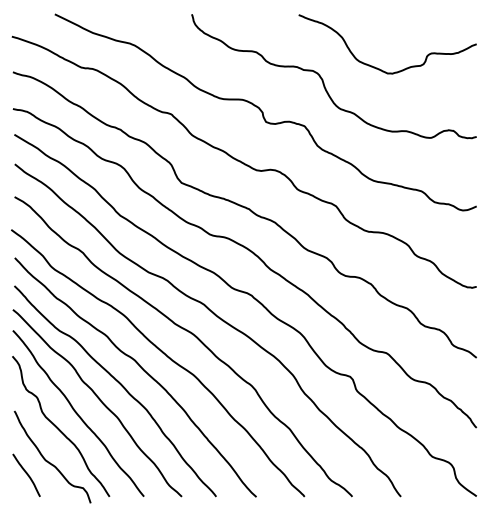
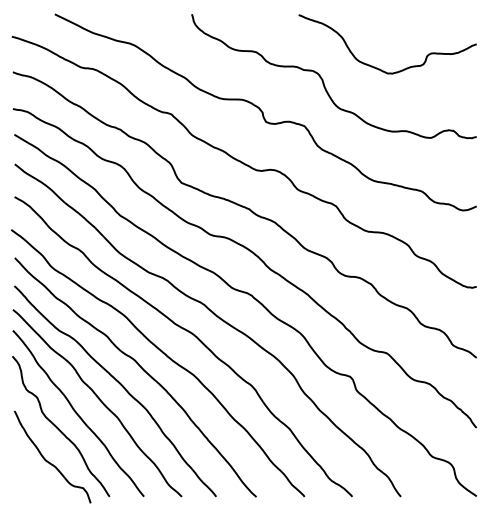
curve at (26, 474): present -> none
